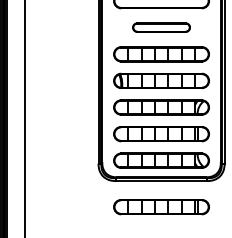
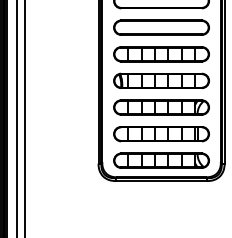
part at (161, 27) size: 59x11 px -> 97x17 px
line at (17, 118): none -> present
part at (161, 207): present -> none
